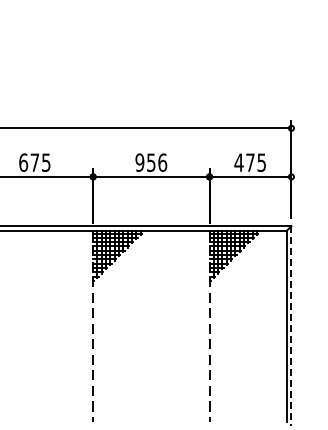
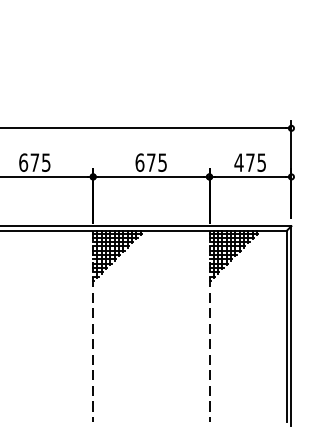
text at (151, 162): 956 -> 675
line at (291, 326): dashed -> solid
